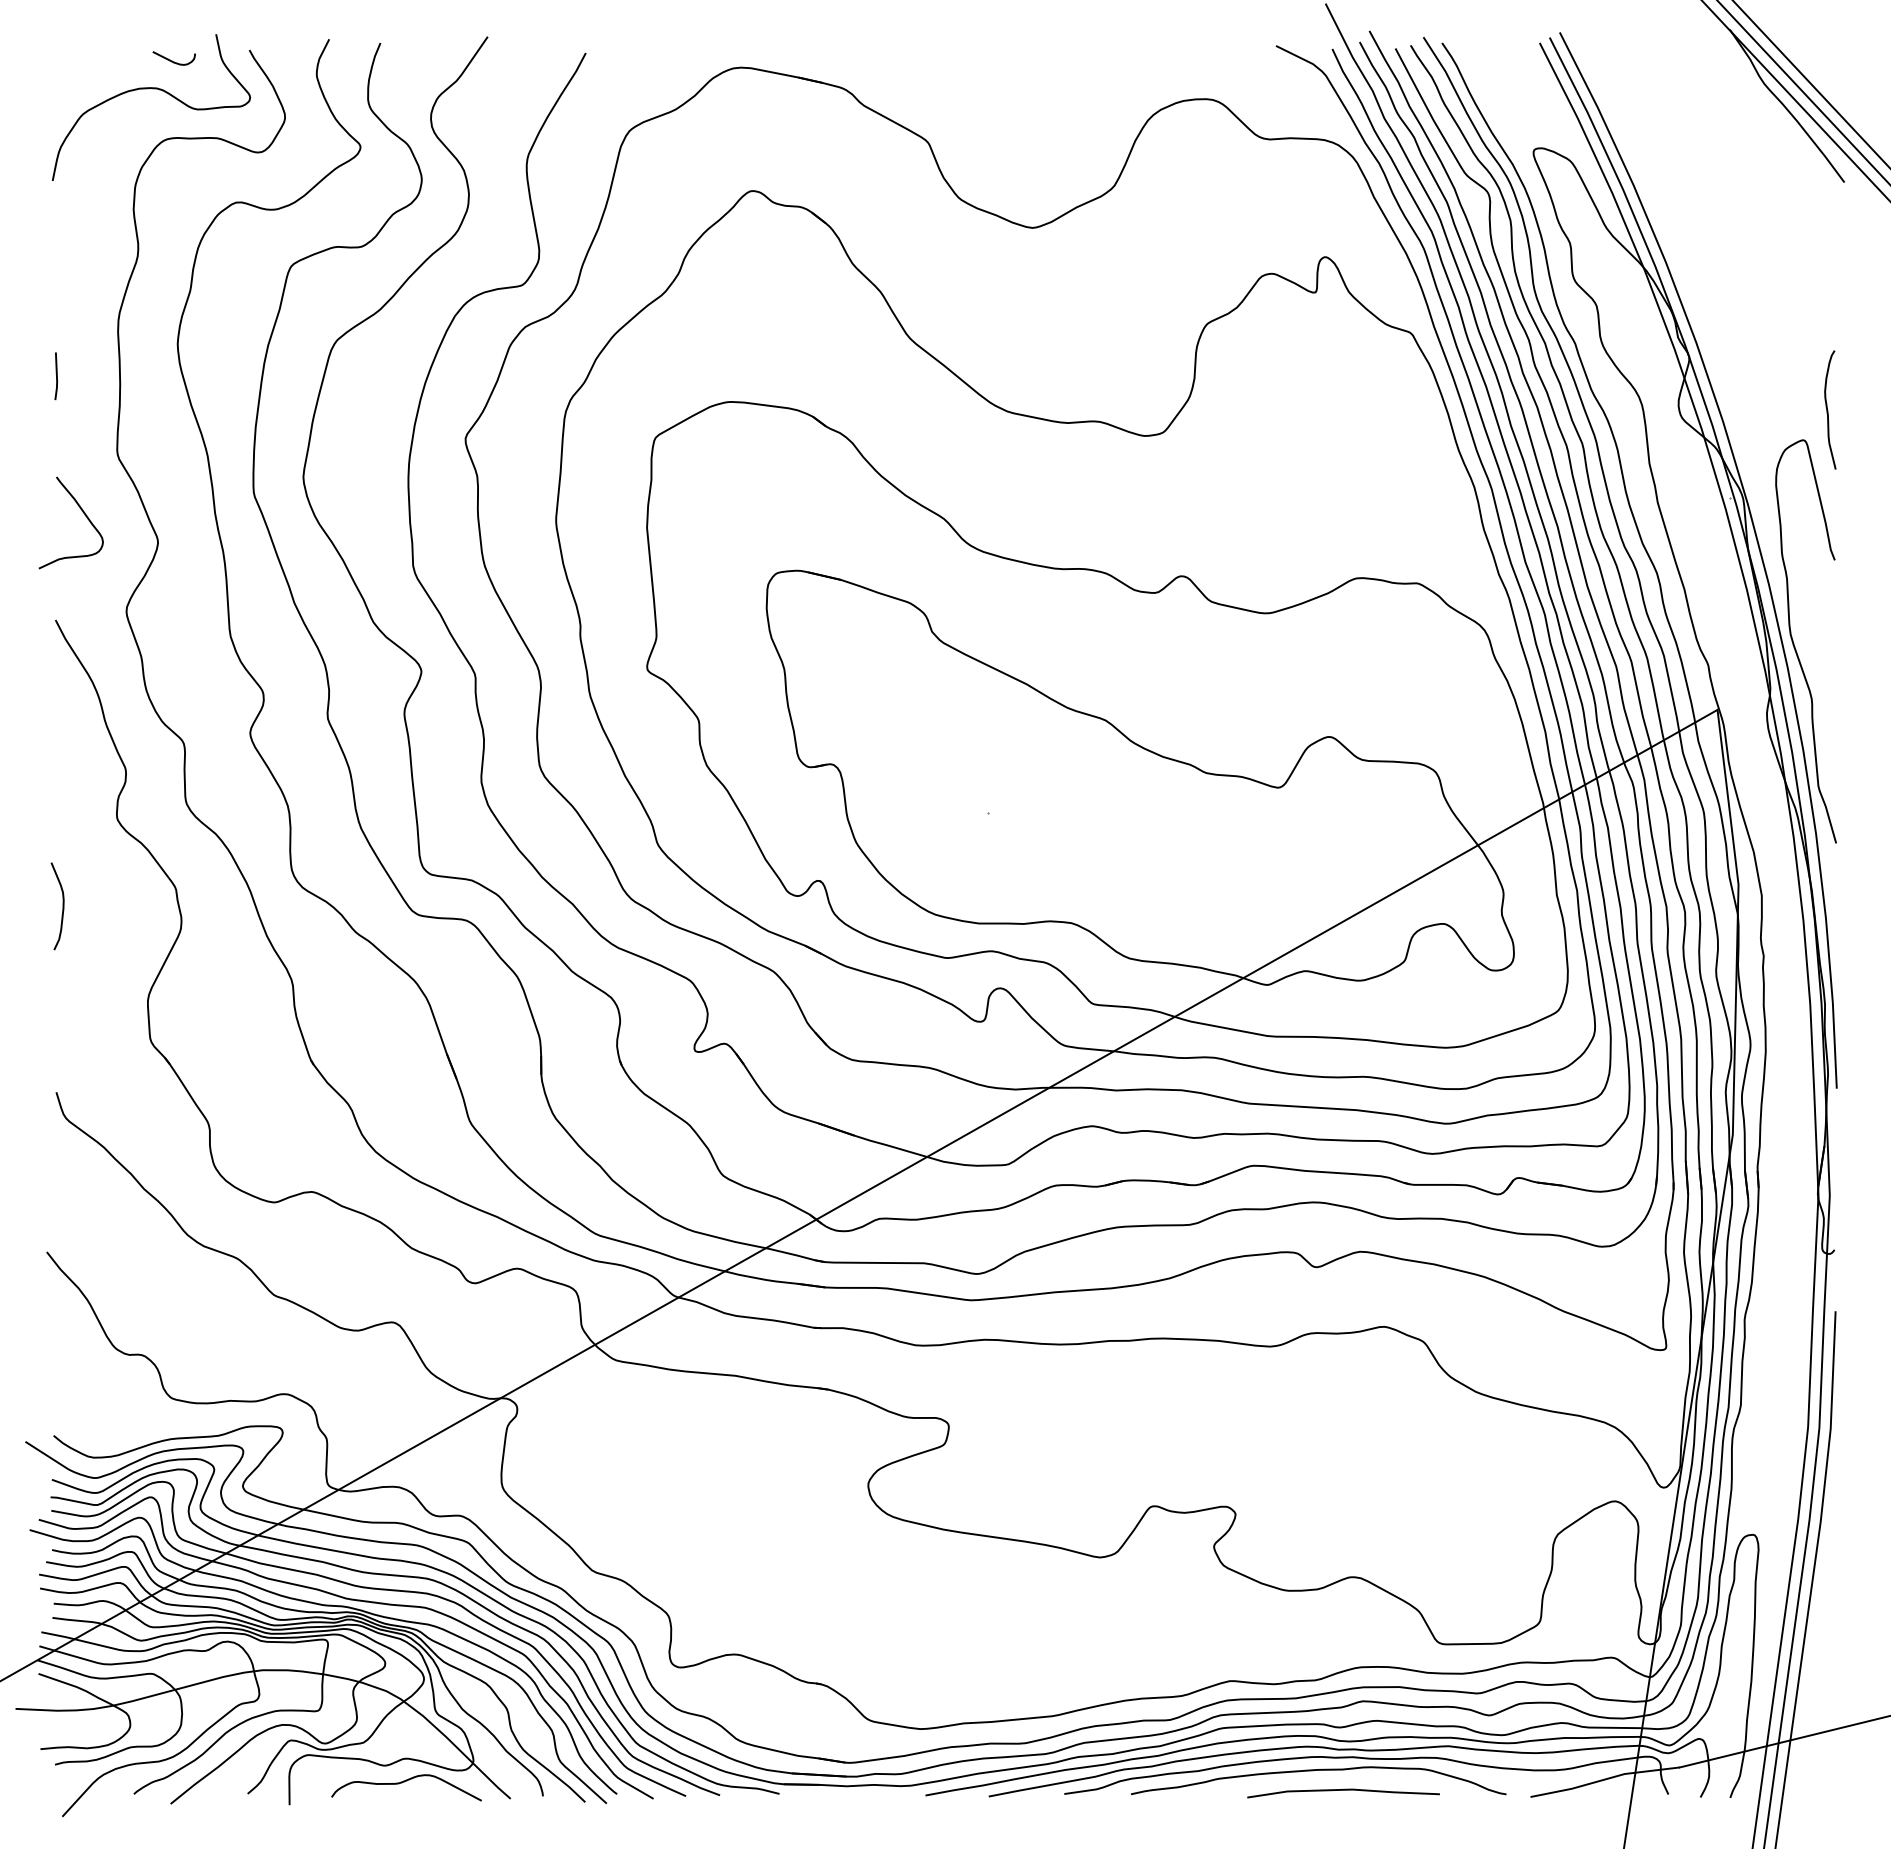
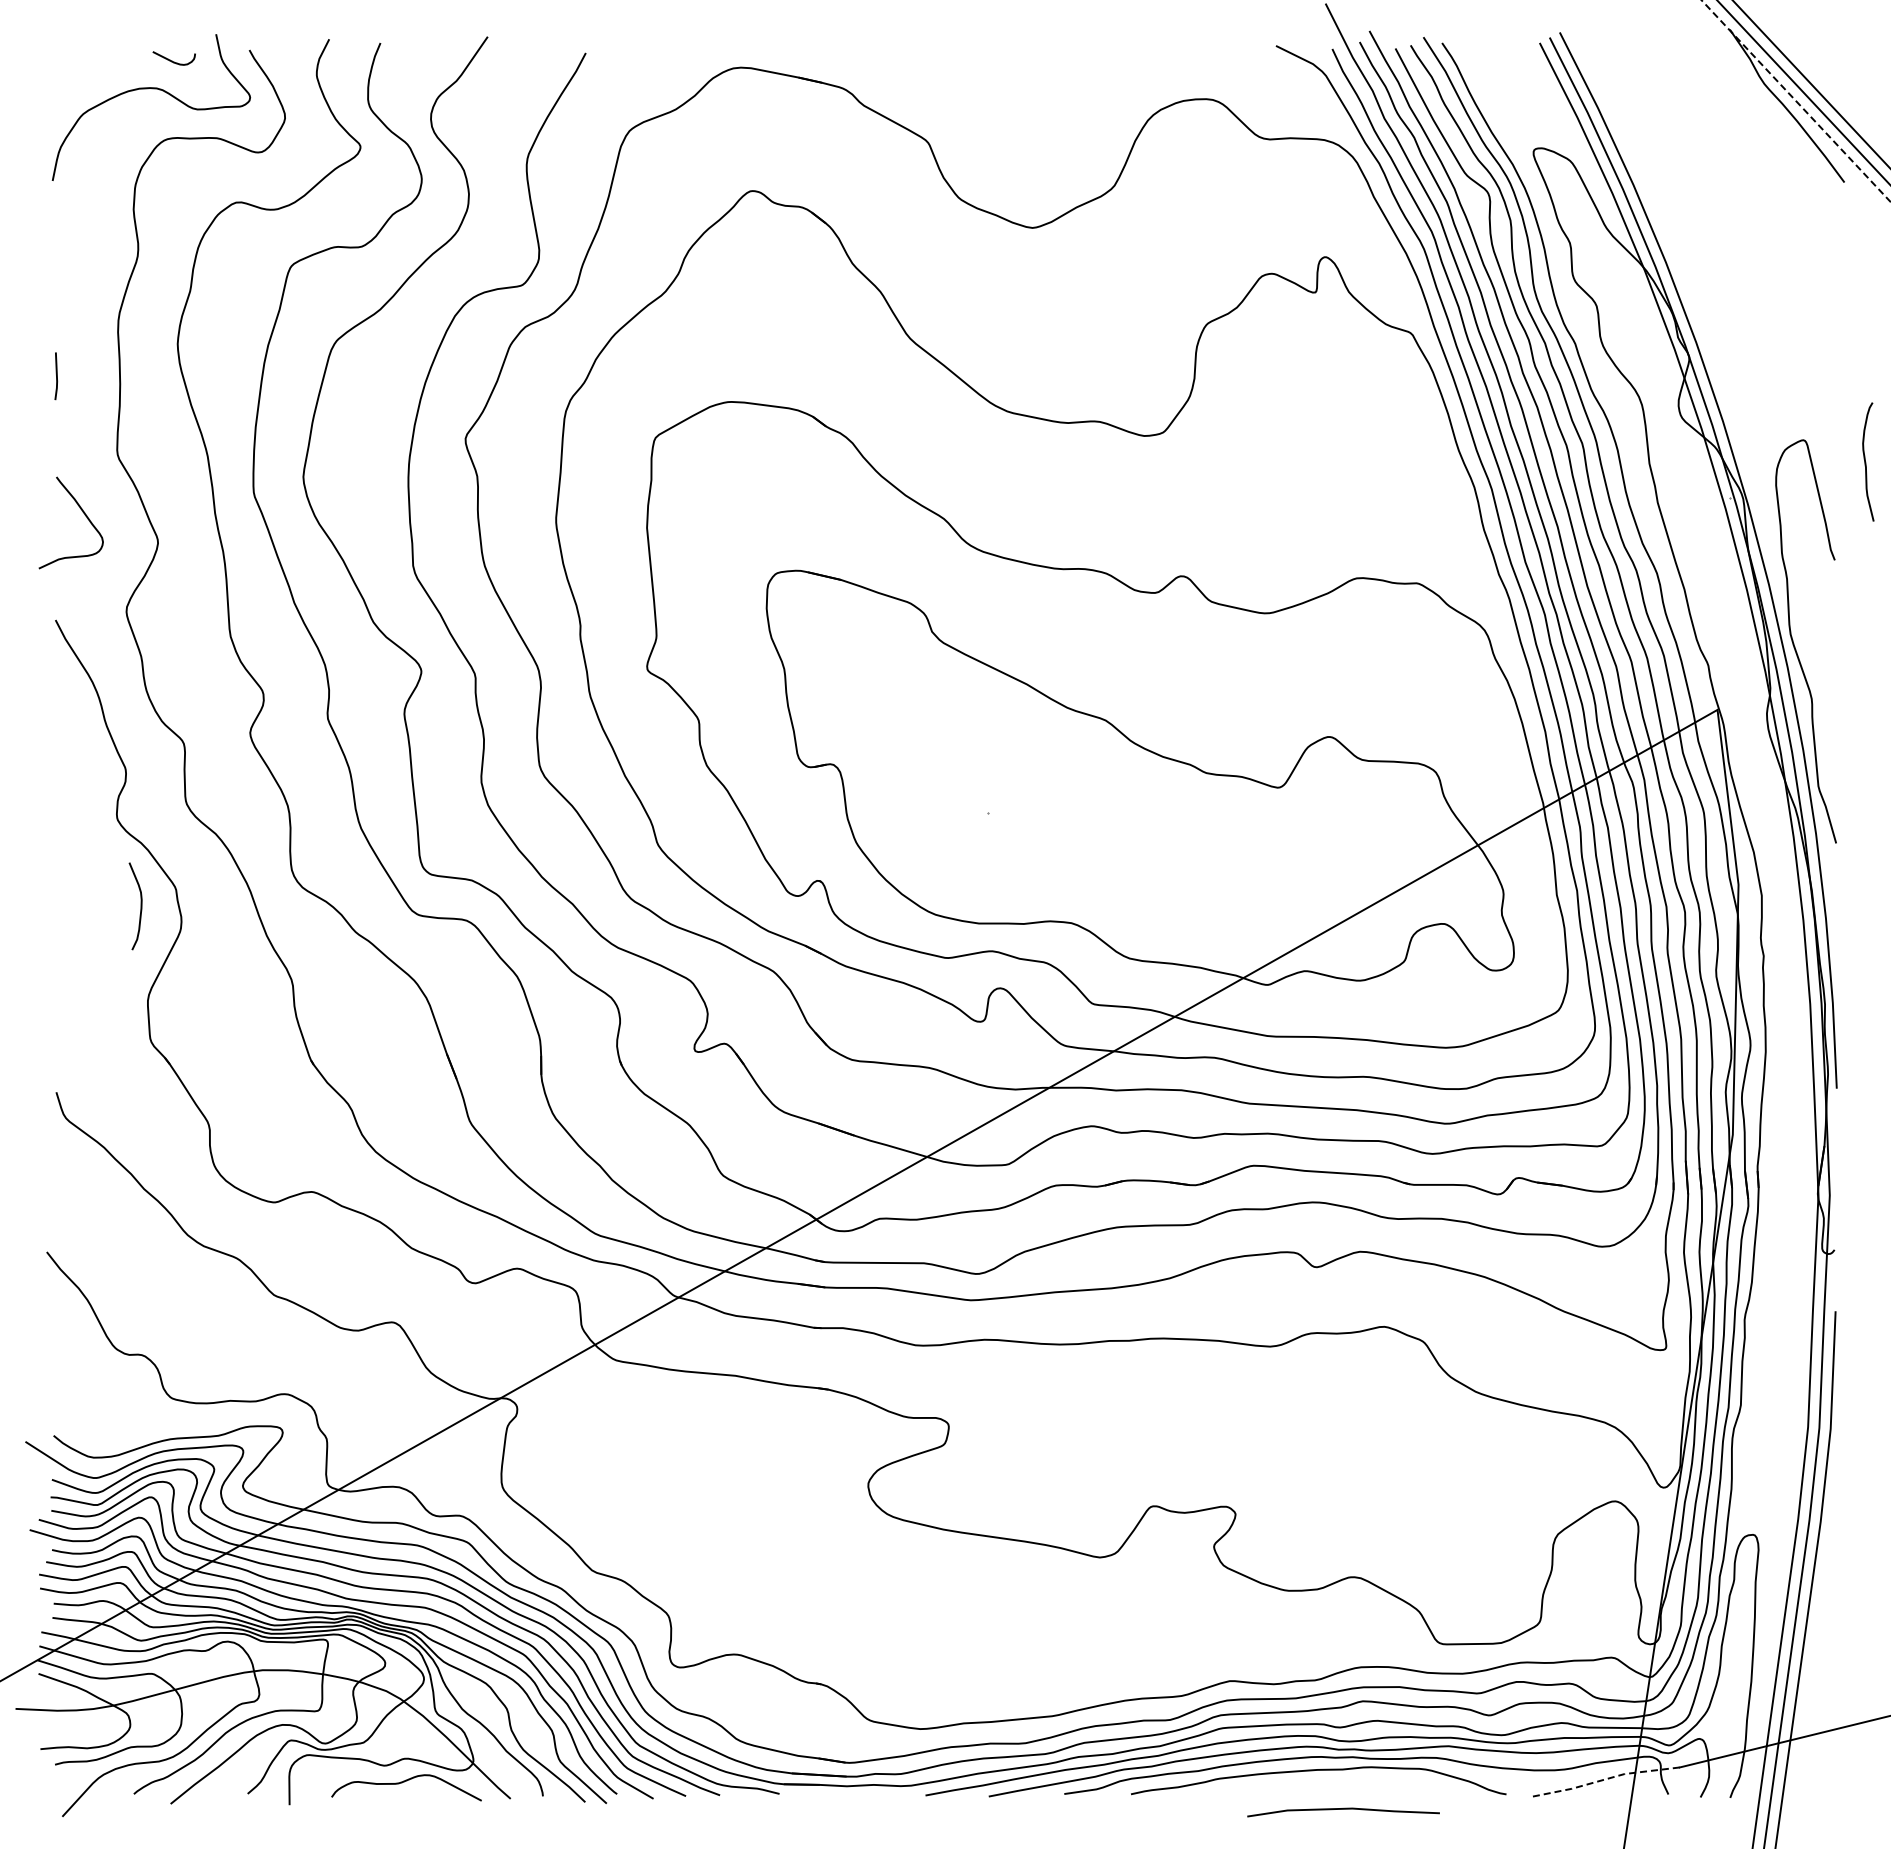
line at (1796, 101): solid -> dashed
curve at (1828, 410) position: (1828, 410) -> (1866, 462)
curve at (62, 906) position: (62, 906) -> (140, 906)
line at (1604, 1779): solid -> dashed
line at (1343, 1790) position: (1343, 1790) -> (1343, 1809)
